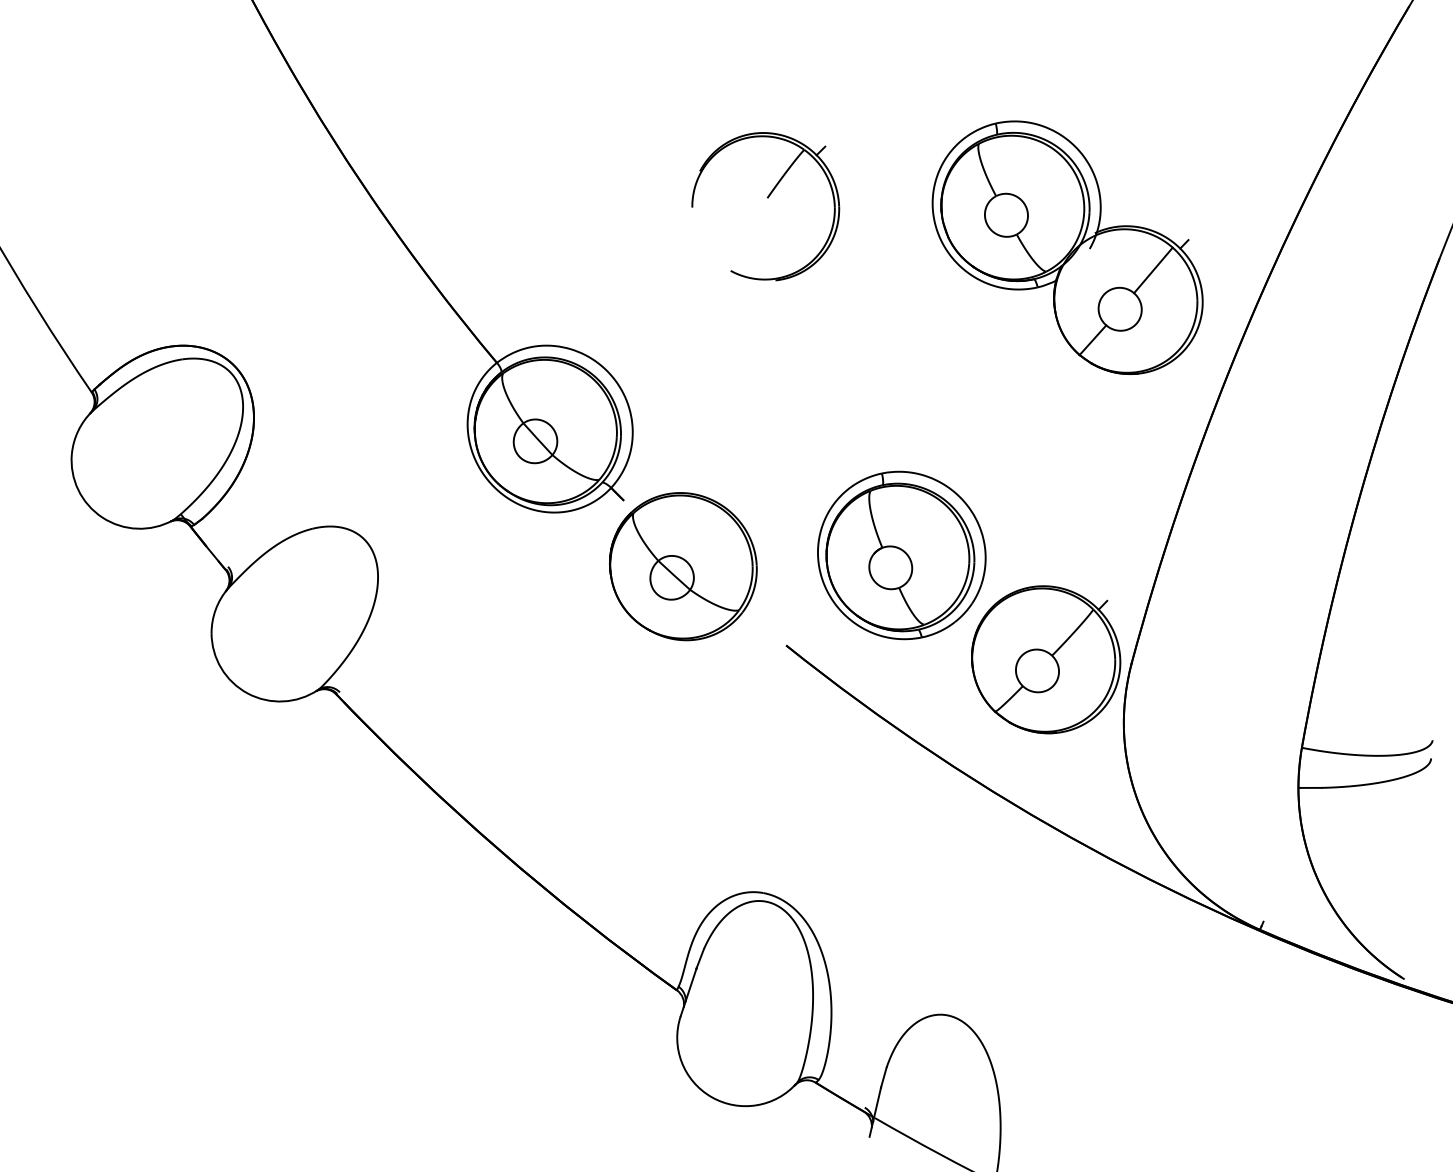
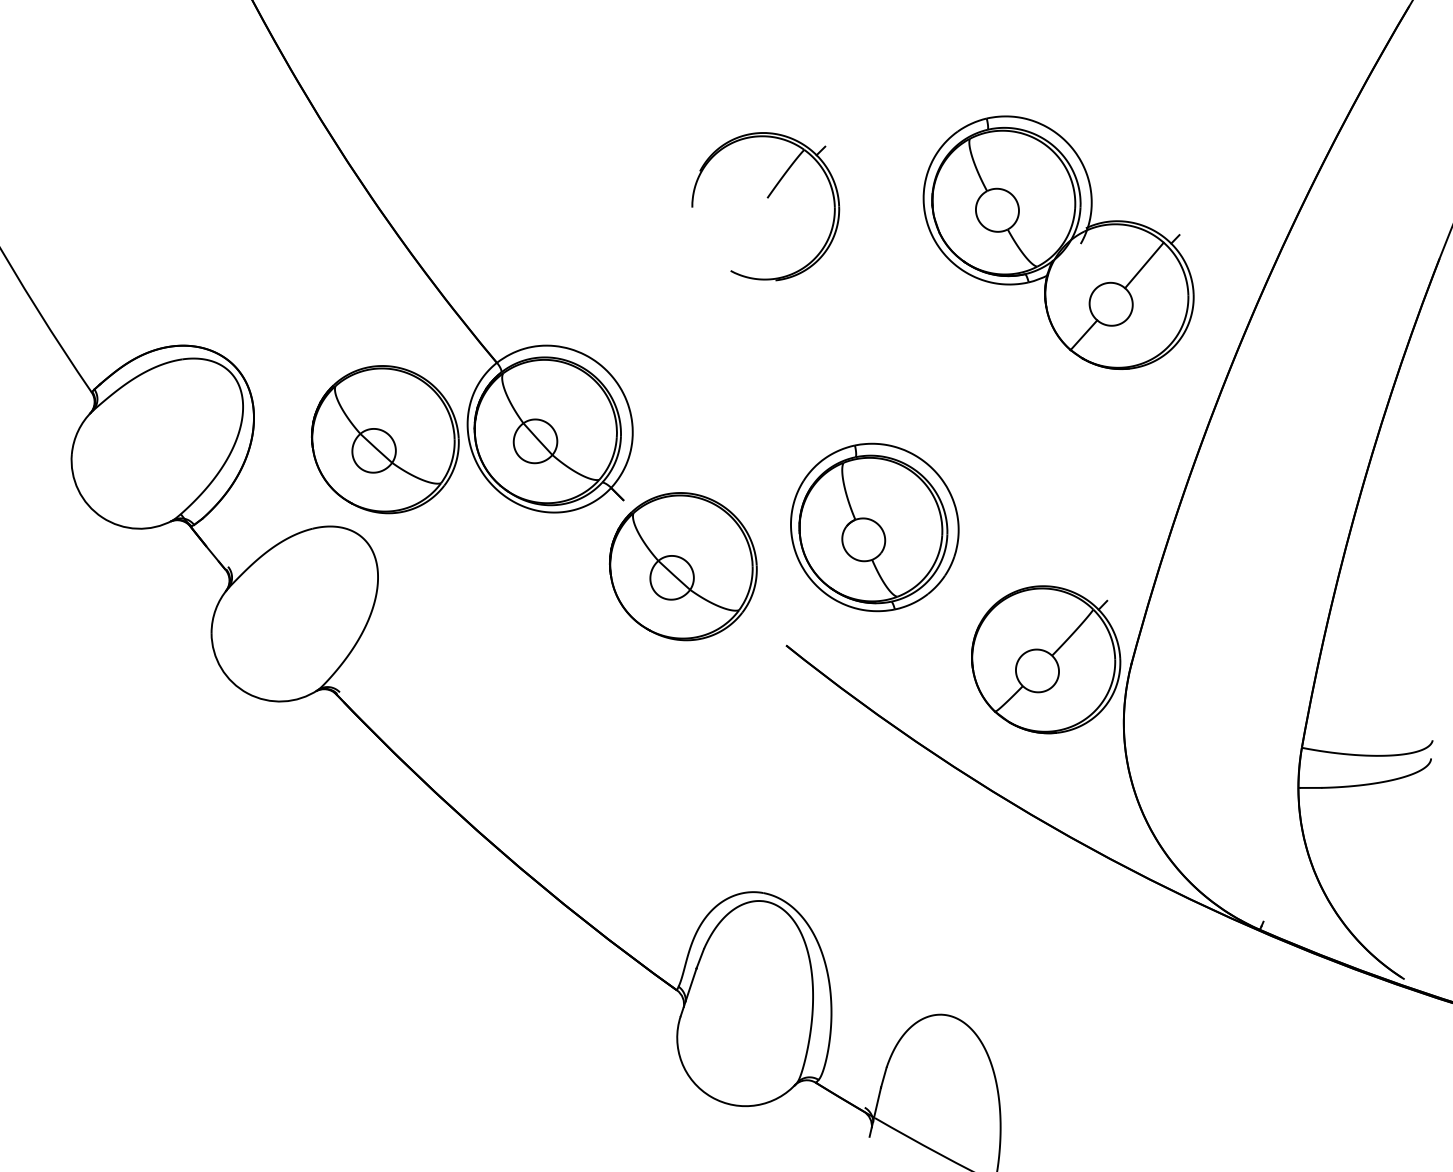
part at (1067, 247) position: (1067, 247) -> (1058, 242)
part at (385, 439): none -> present
part at (901, 555) position: (901, 555) -> (874, 527)
